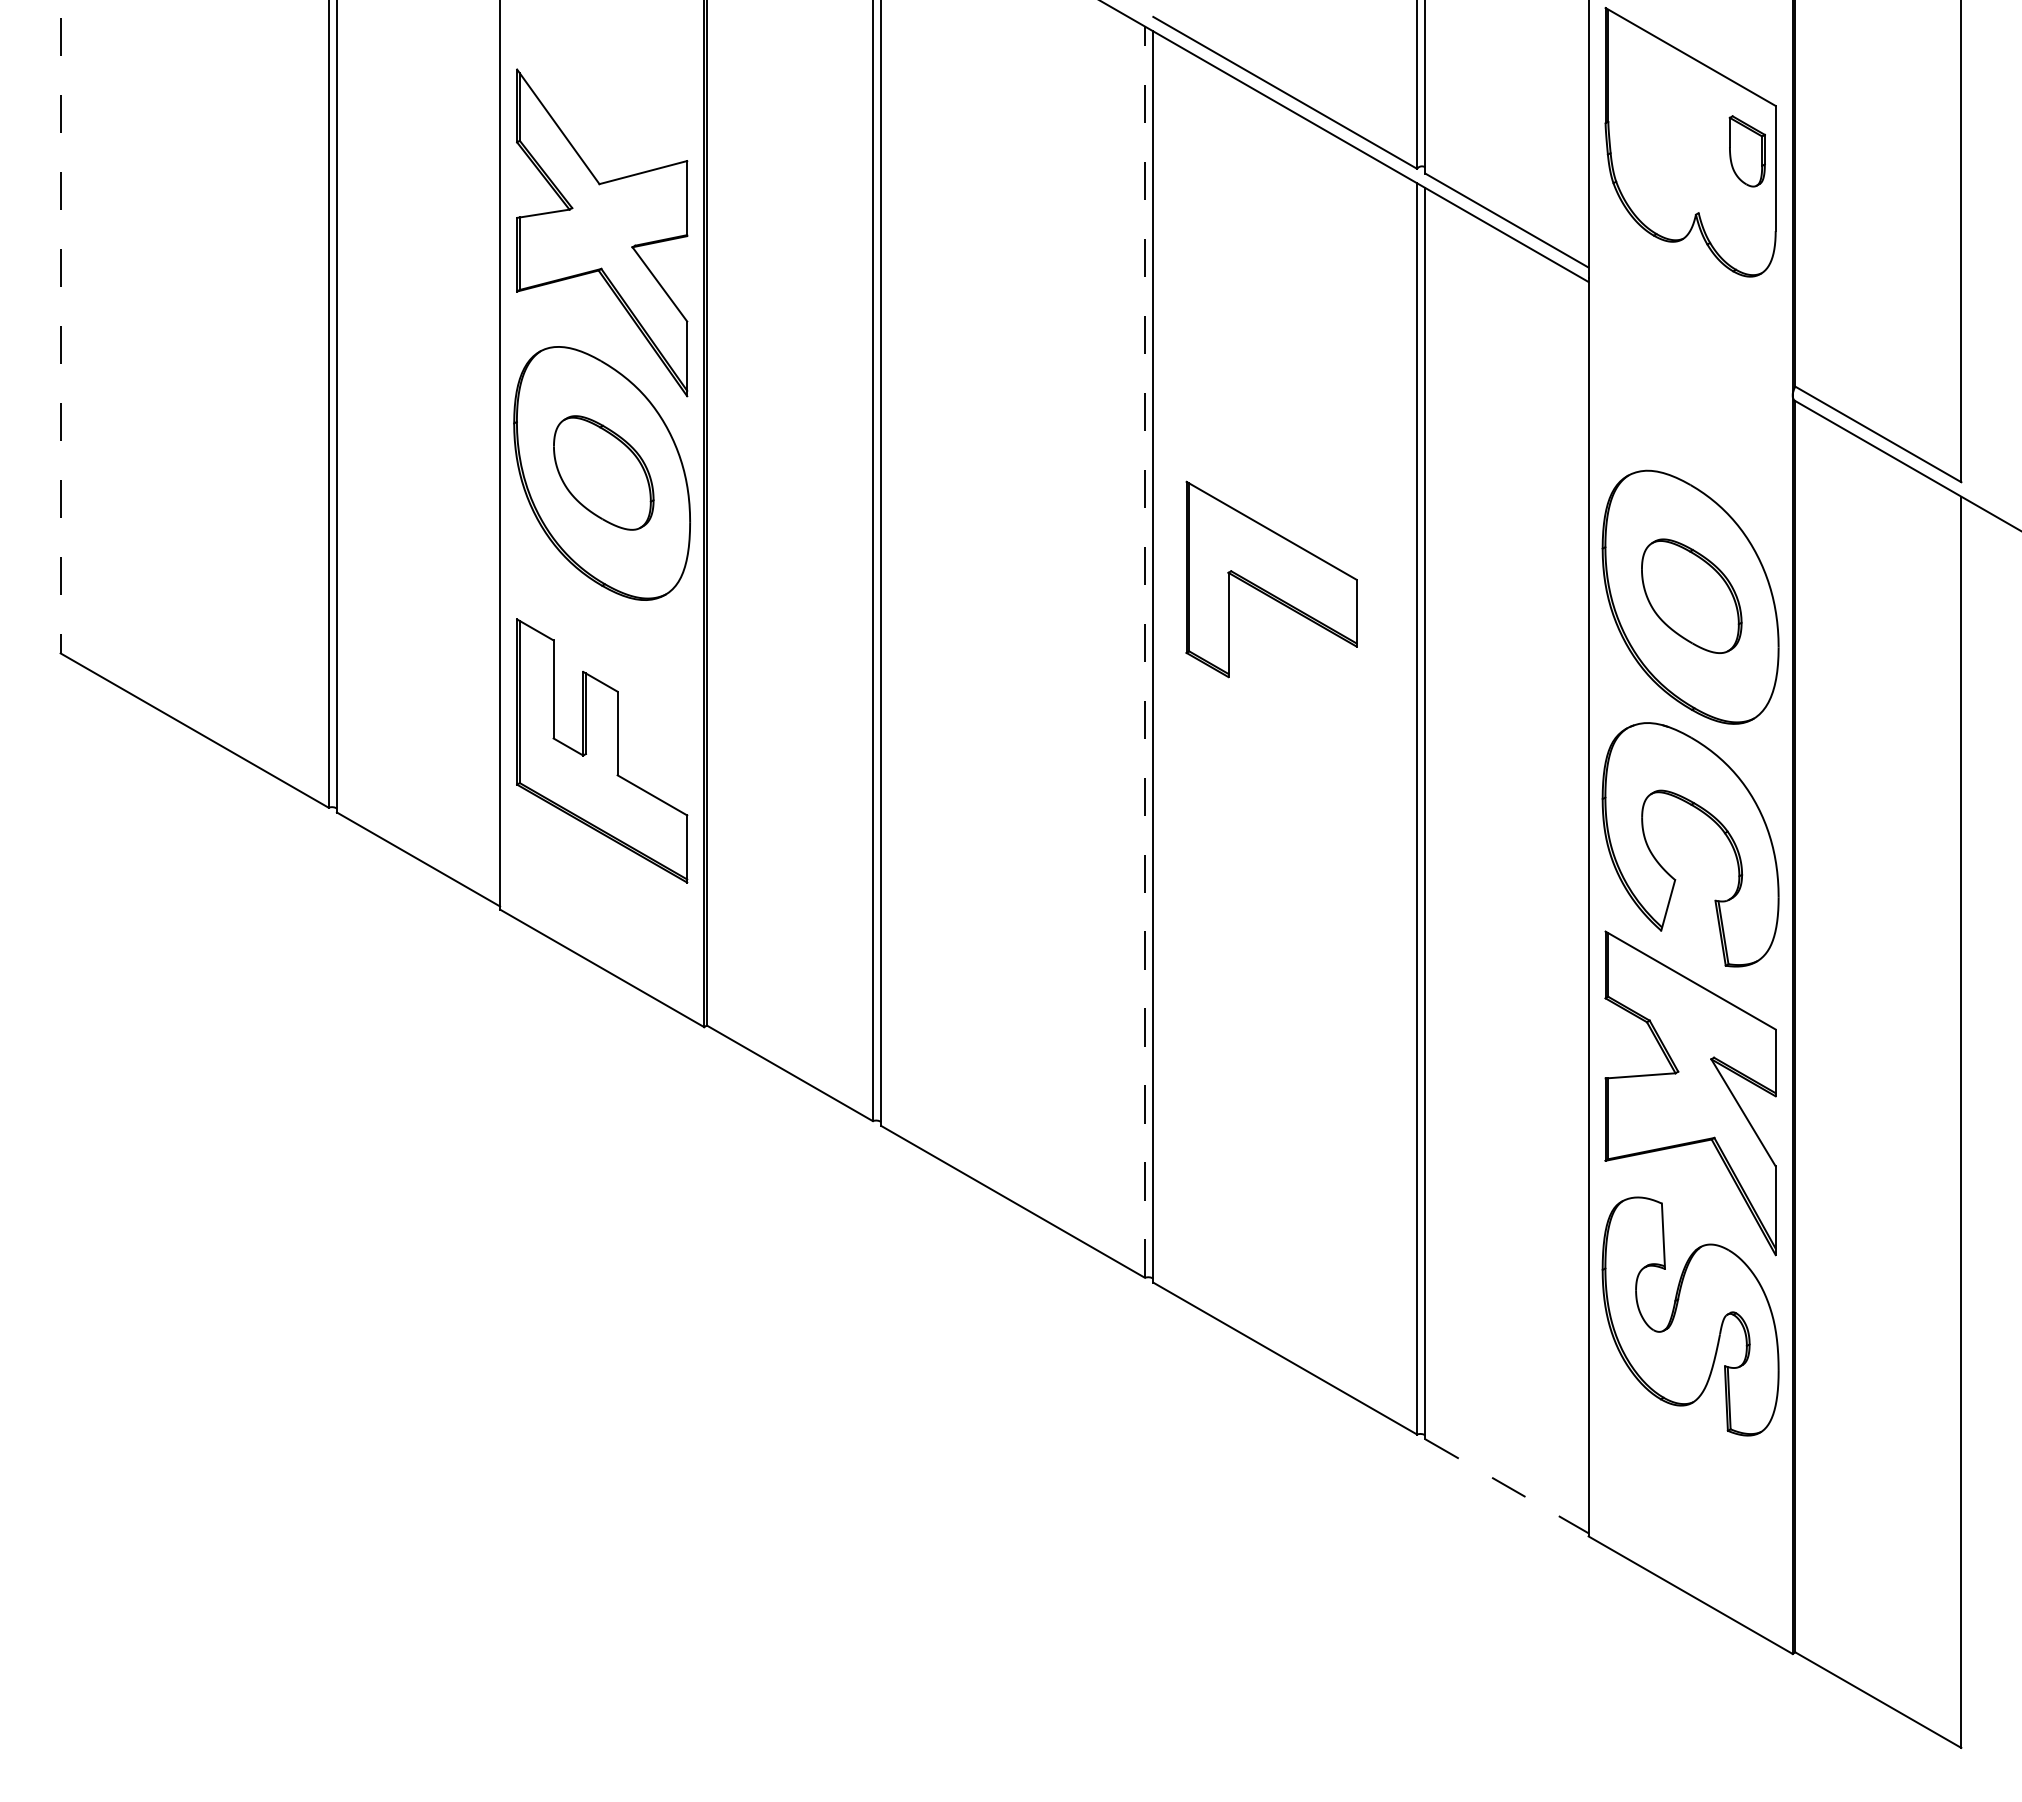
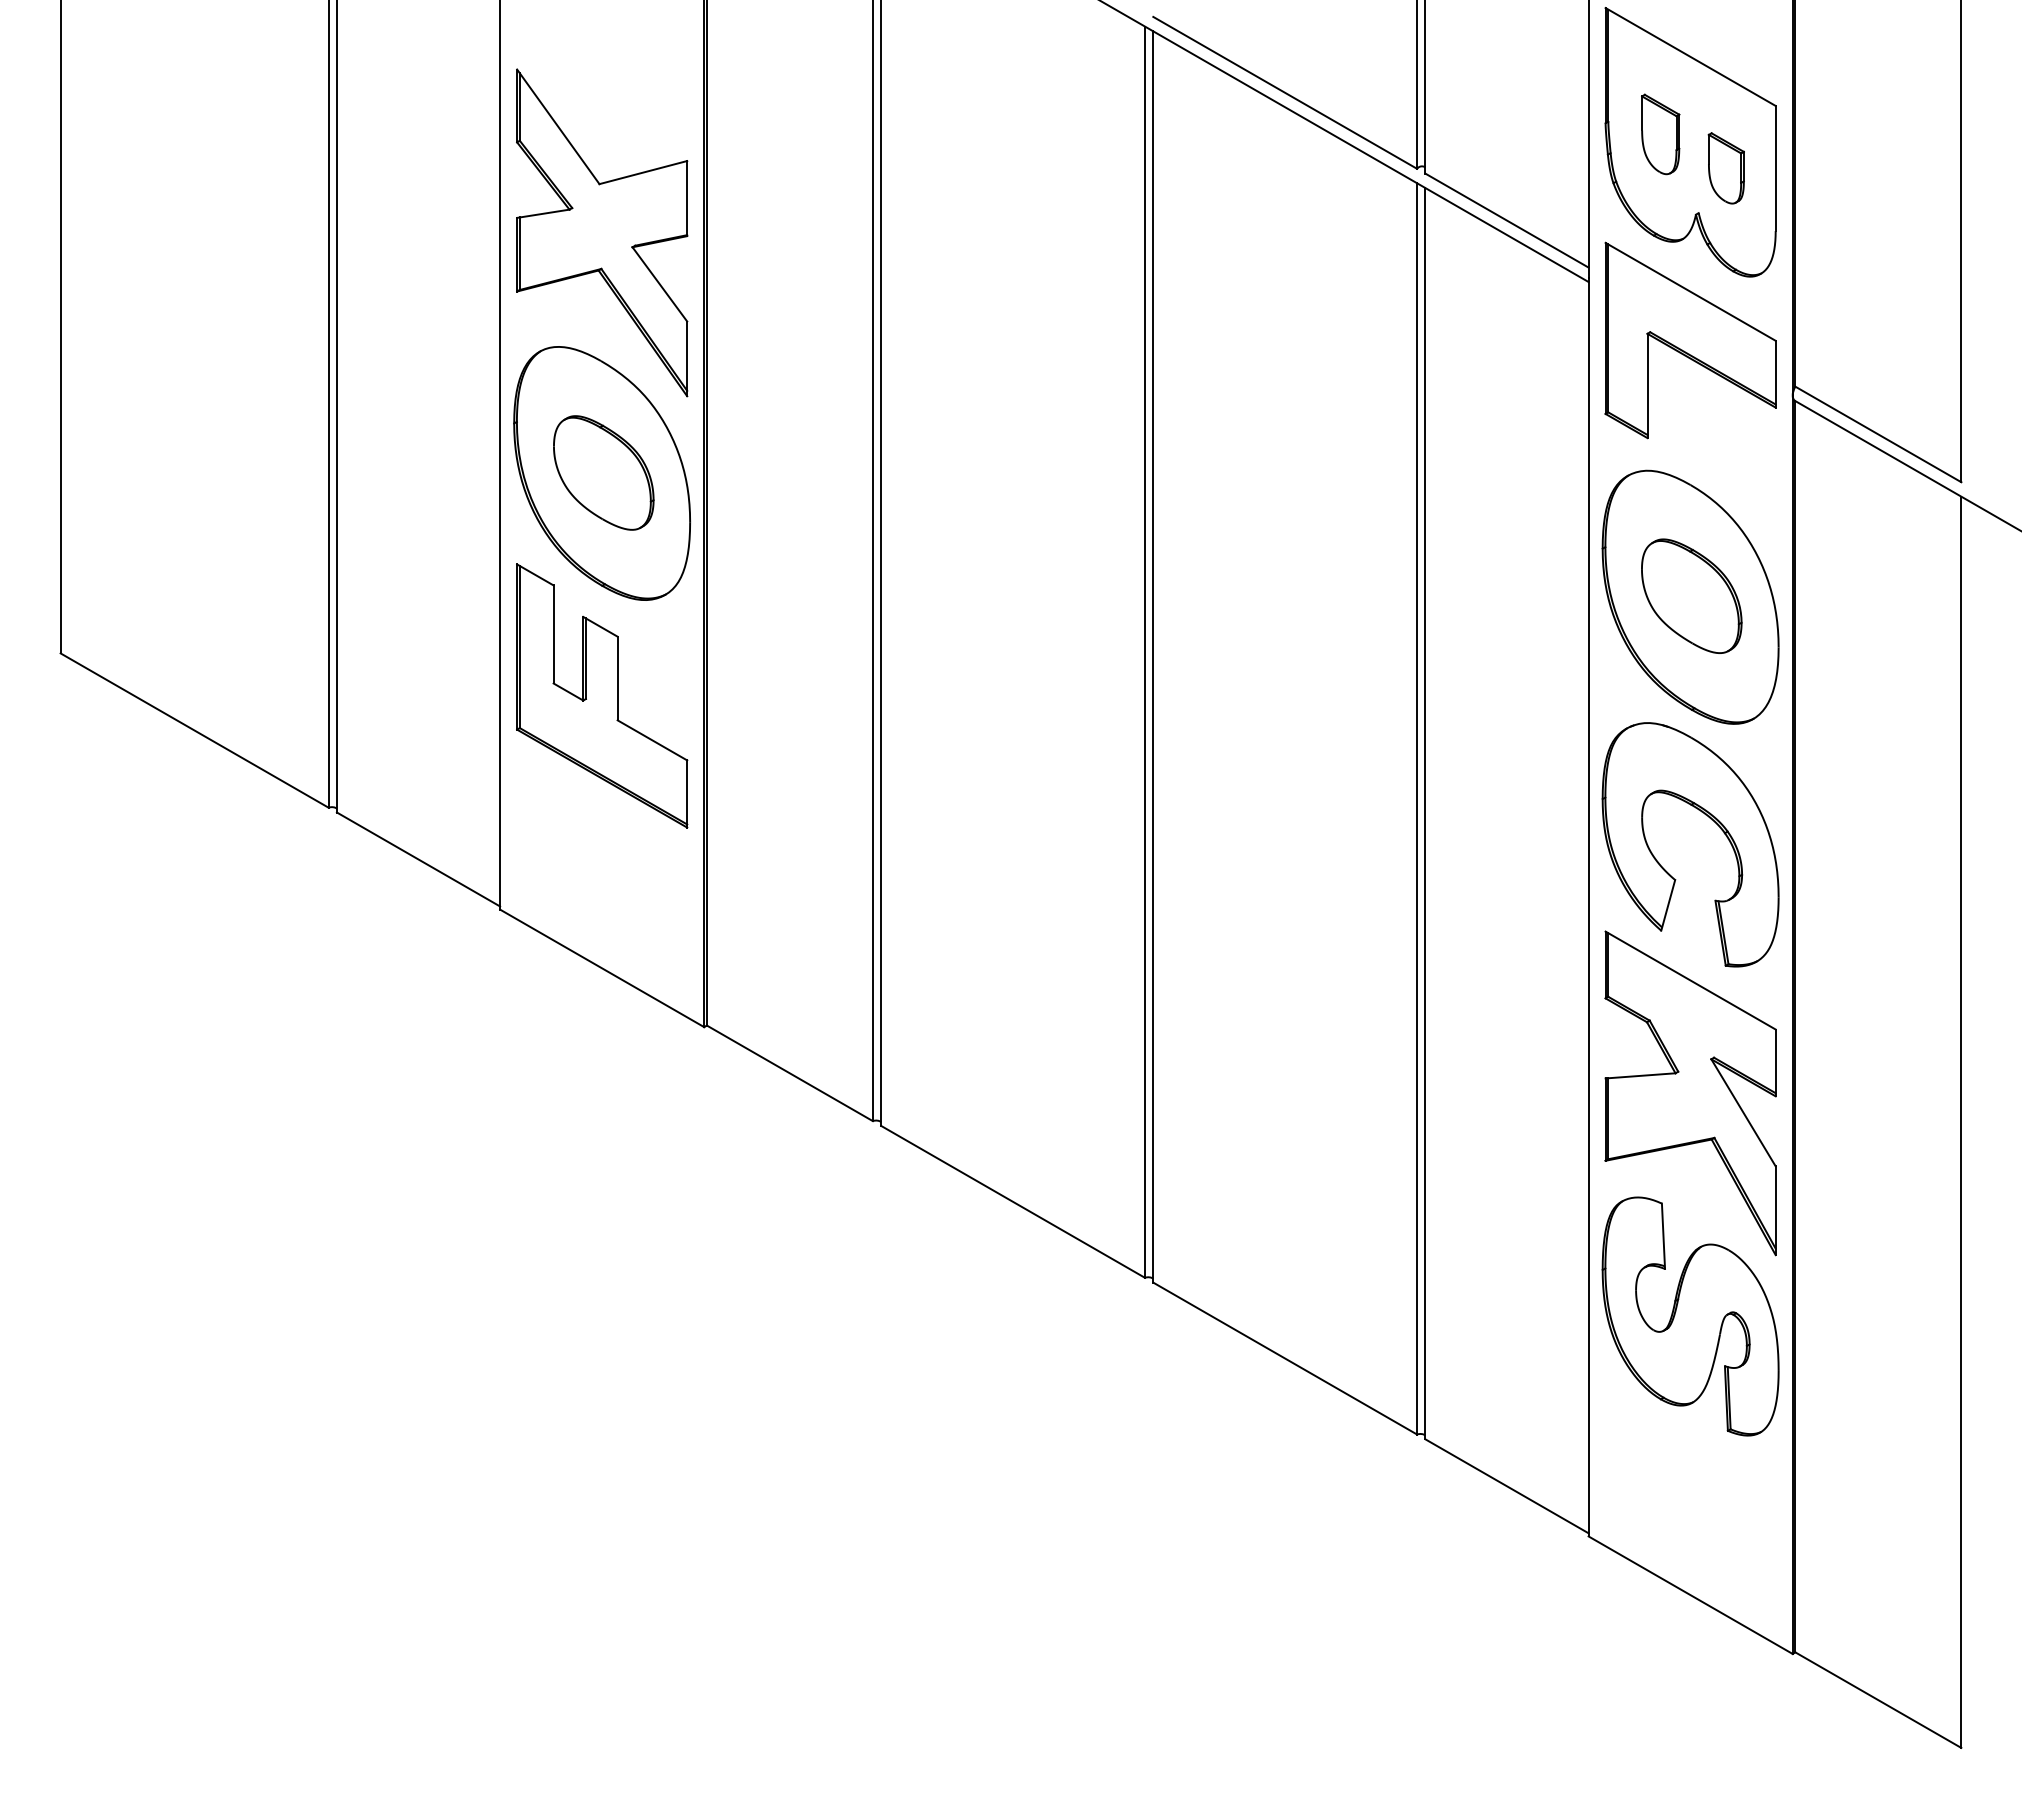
part at (1660, 134): none -> present
part at (1746, 151) position: (1746, 151) -> (1725, 168)
line at (60, 327): dashed -> solid
part at (1271, 579) position: (1271, 579) -> (1690, 340)
line at (1144, 652): dashed -> solid
part at (602, 750) position: (602, 750) -> (602, 695)
line at (1507, 1486): dashed -> solid
